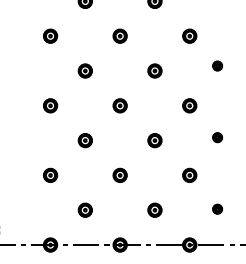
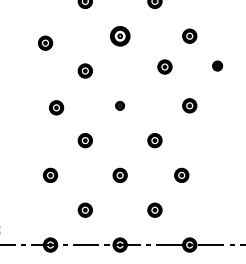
part at (50, 35) position: (50, 35) -> (45, 42)
part at (119, 35) size: 16x16 px -> 21x21 px
part at (154, 70) position: (154, 70) -> (164, 66)
part at (50, 105) position: (50, 105) -> (56, 107)
part at (119, 105) size: 16x16 px -> 10x10 px
part at (217, 137): present -> none
part at (189, 174) position: (189, 174) -> (181, 174)
part at (217, 208): present -> none
